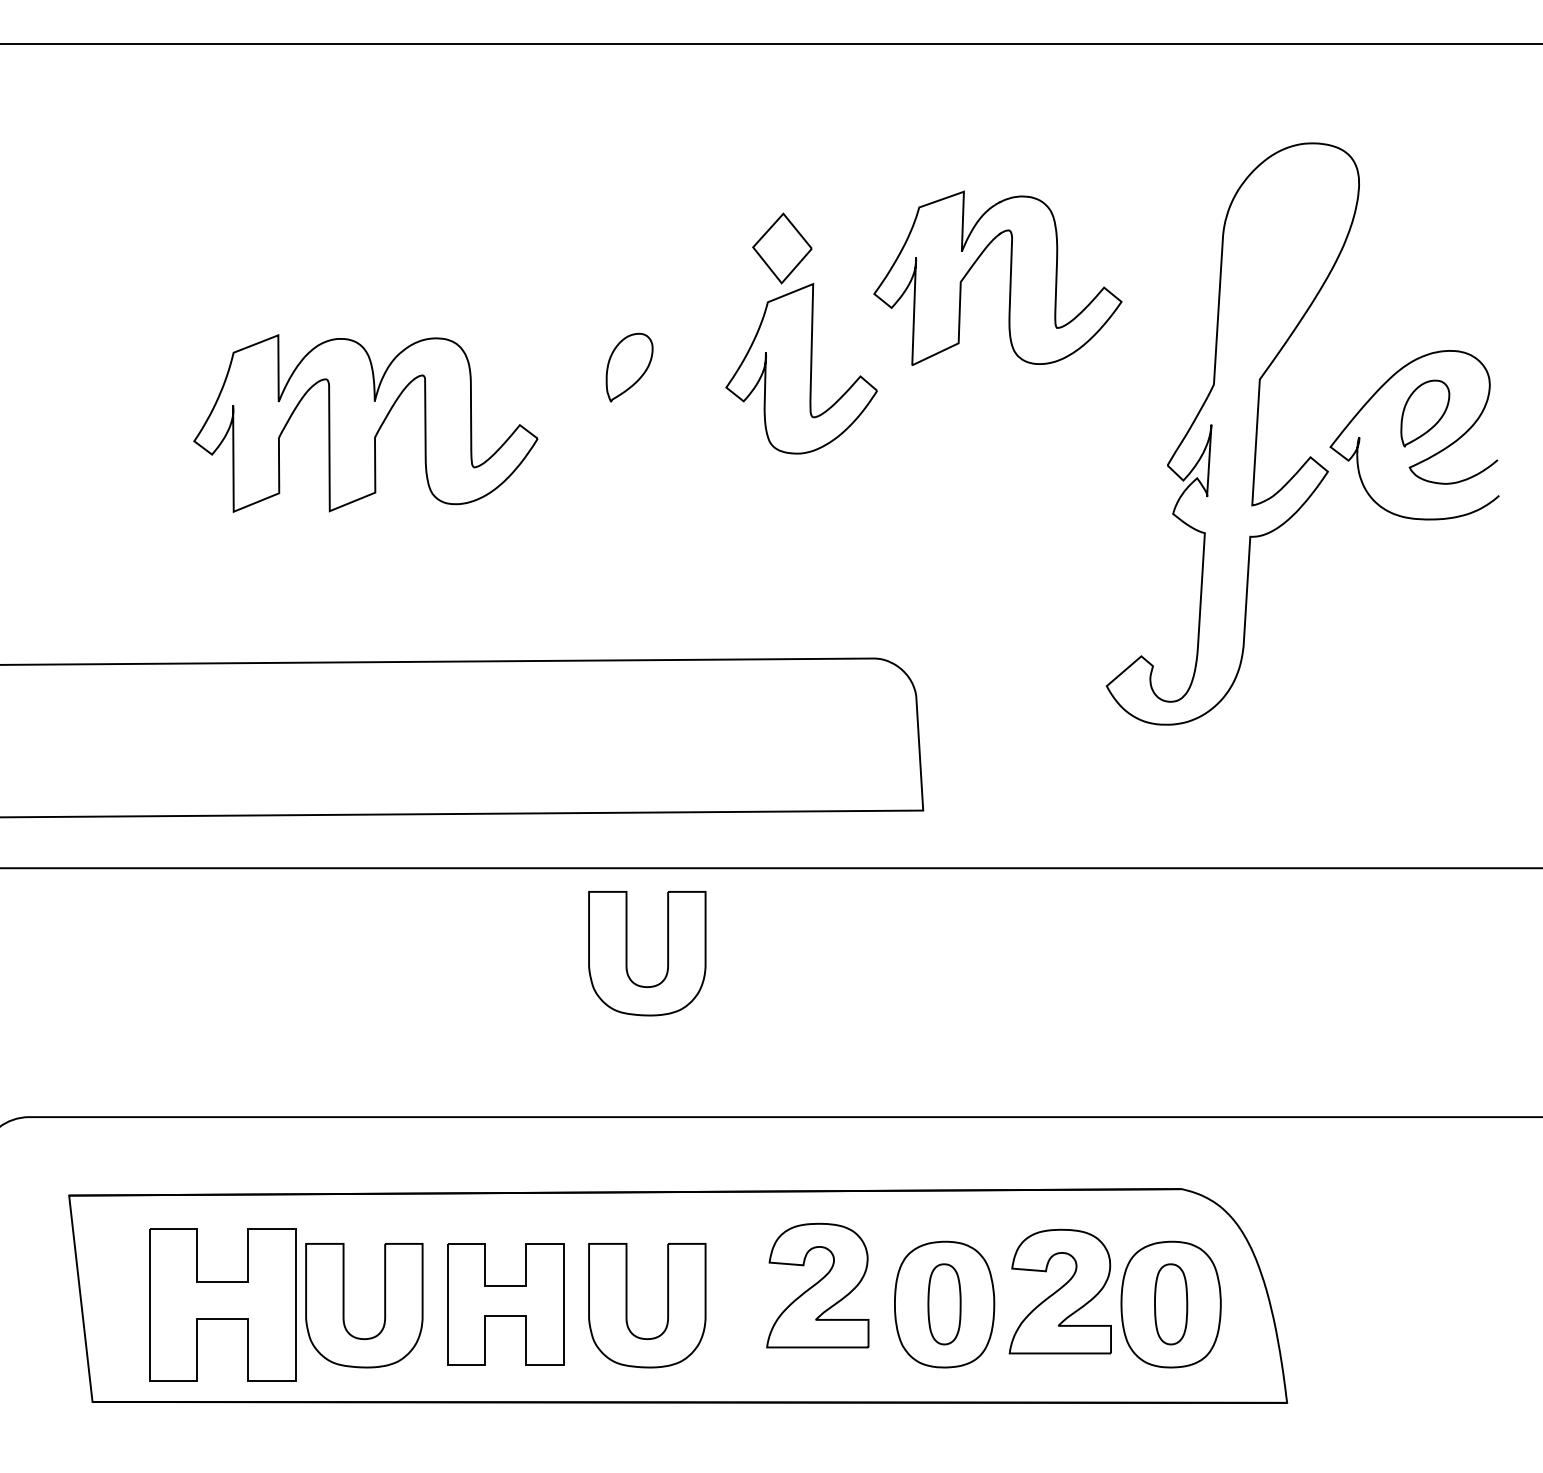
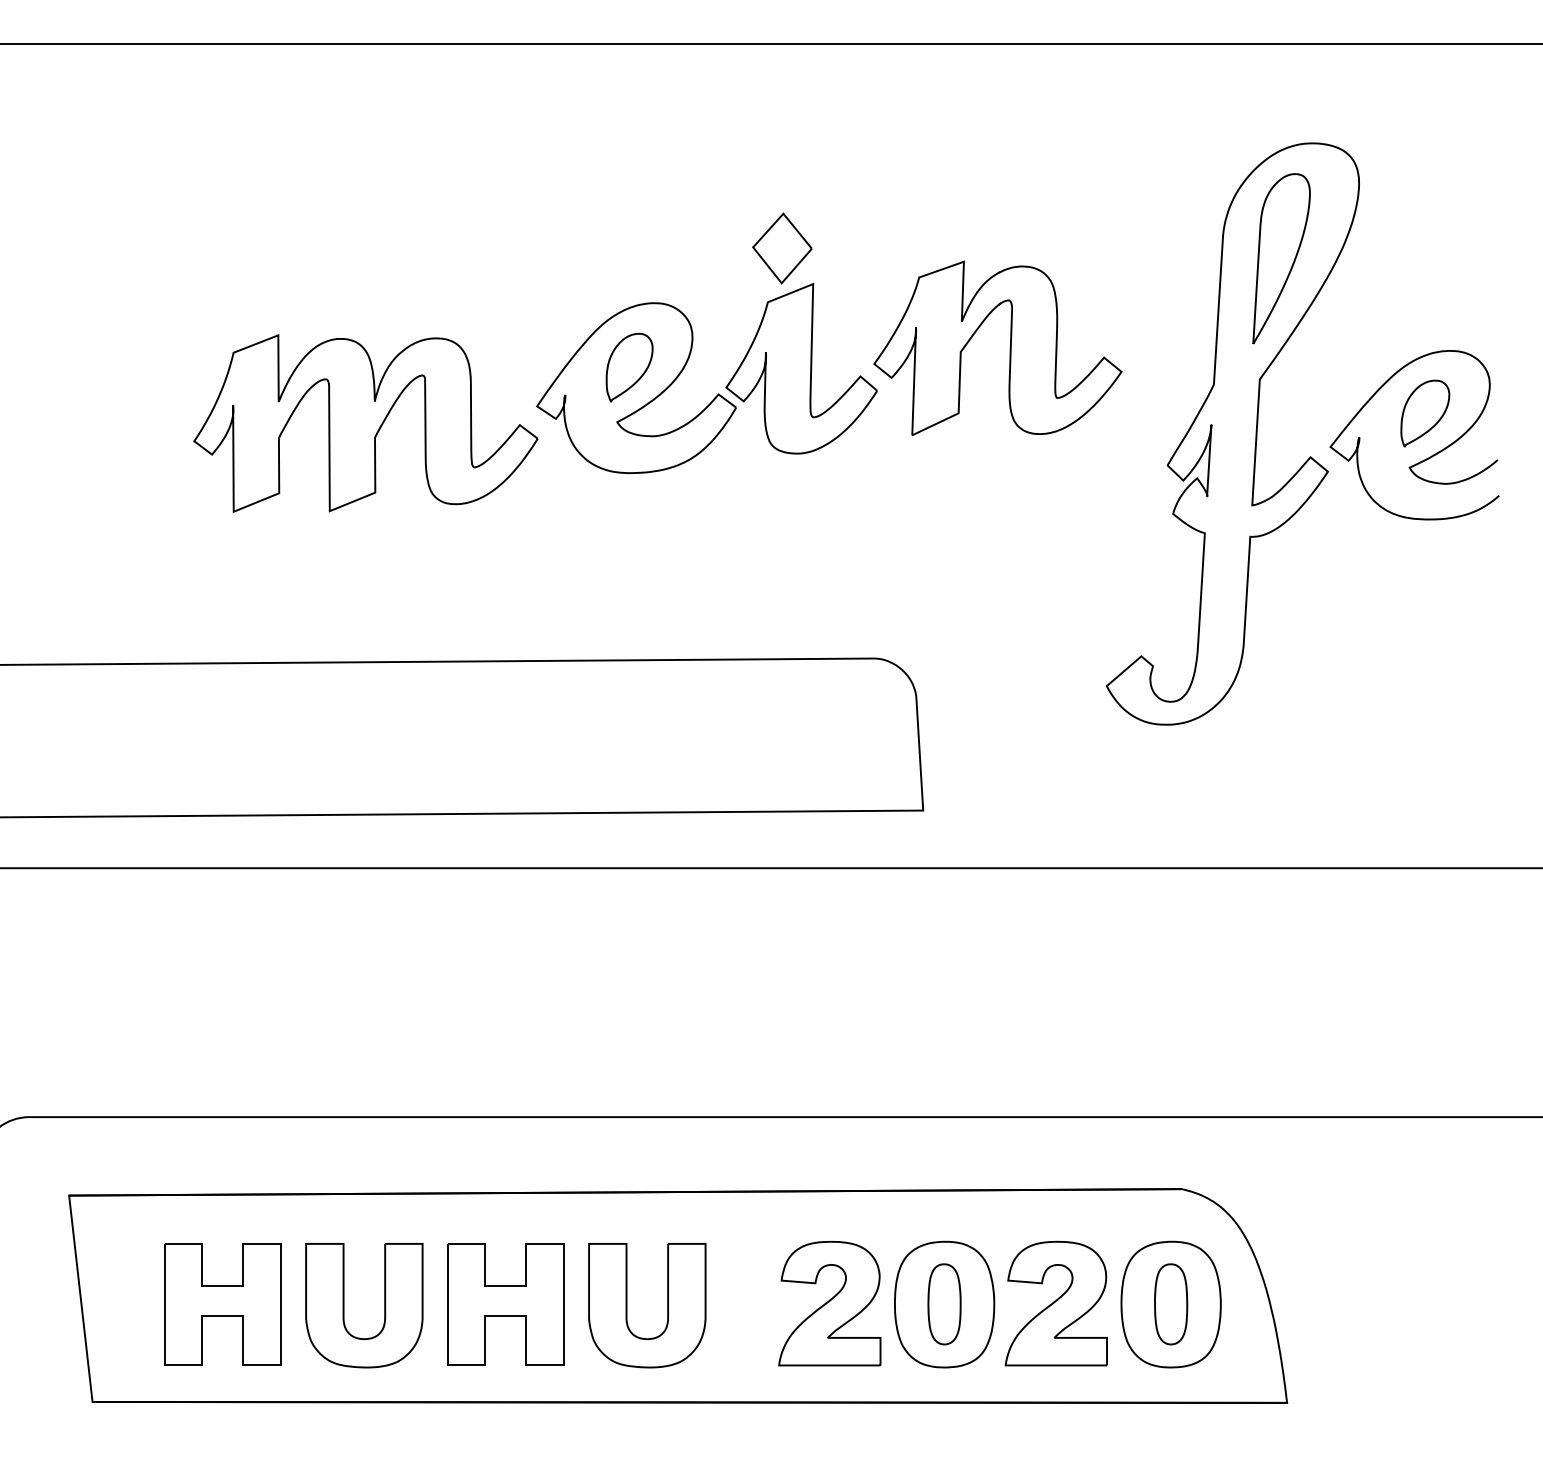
part at (1281, 258): none -> present
part at (1009, 277) position: (1009, 277) -> (1009, 347)
part at (636, 387): none -> present
part at (627, 953): present -> none
part at (817, 1285) position: (817, 1285) -> (829, 1303)
part at (1059, 1291) position: (1059, 1291) -> (1055, 1303)
part at (222, 1304) size: 148x154 px -> 118x123 px
